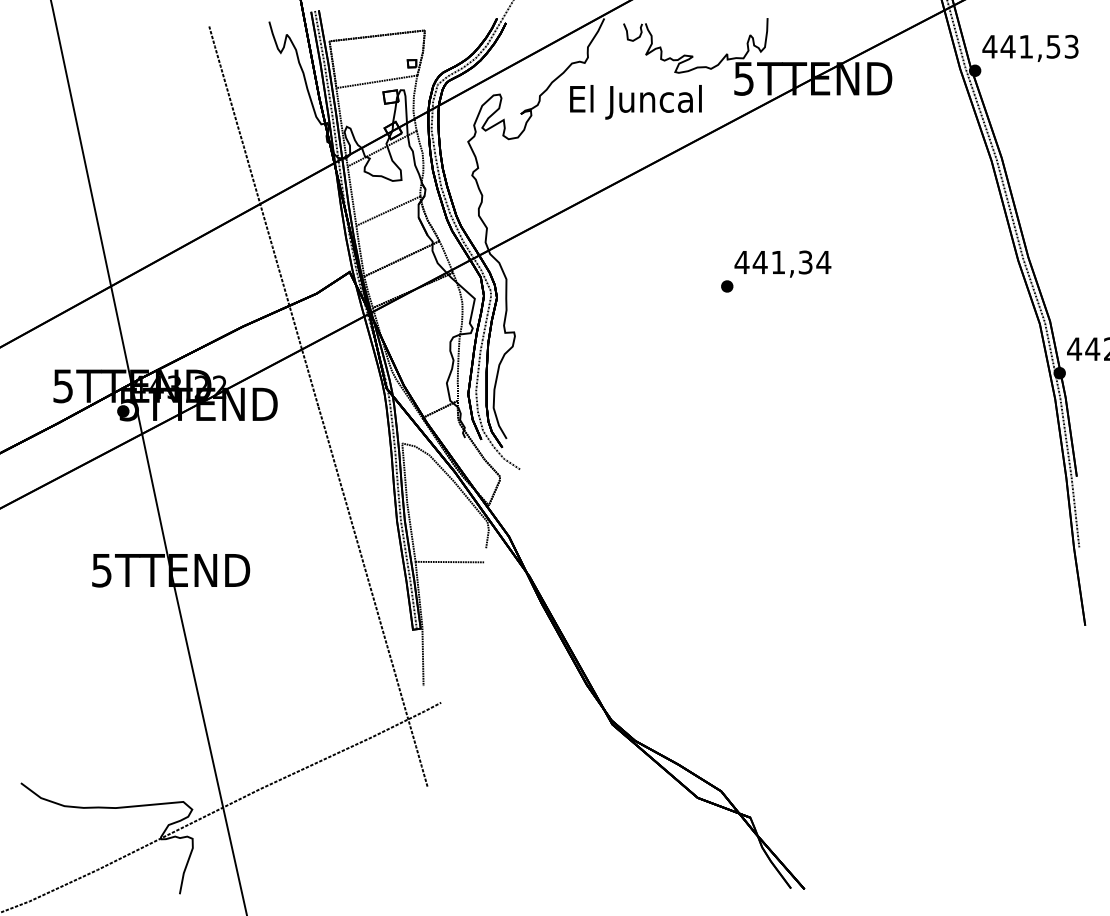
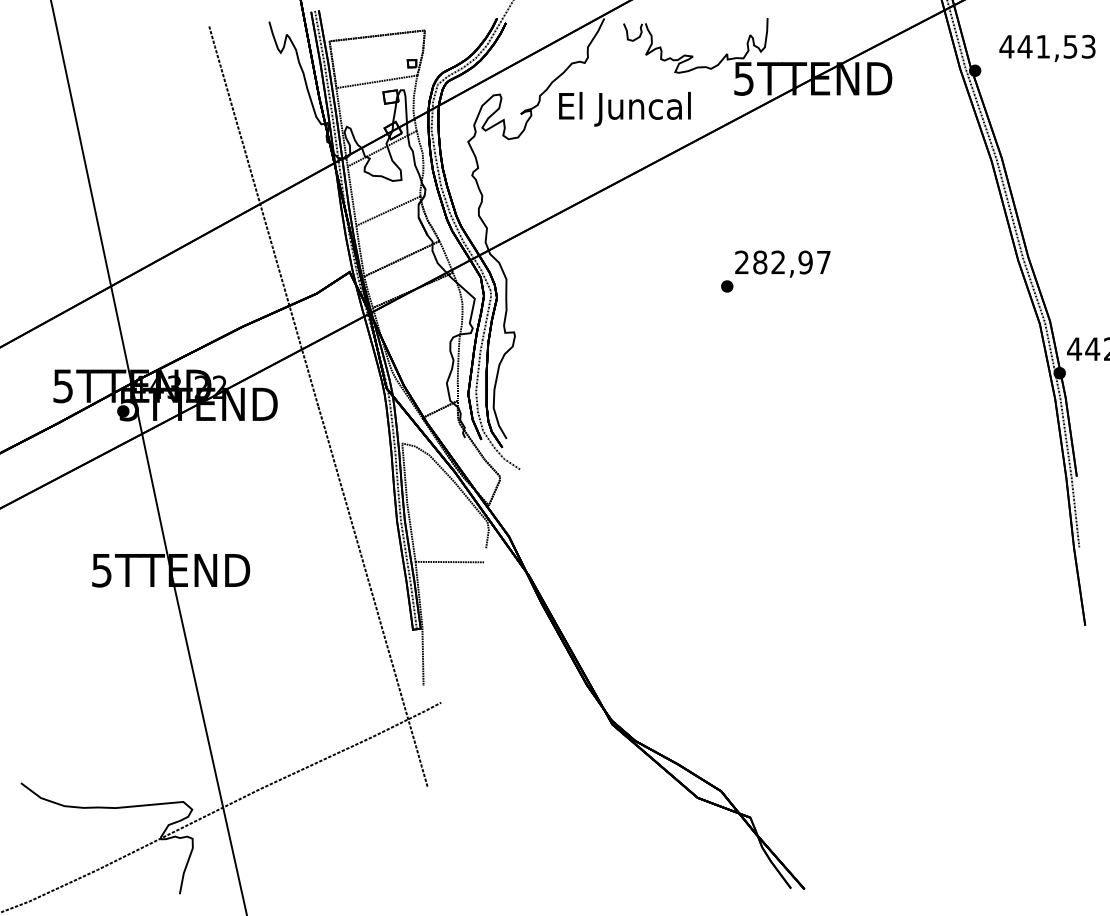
text at (1030, 47) position: (1030, 47) -> (1047, 47)
text at (635, 102) position: (635, 102) -> (624, 109)
text at (782, 262): 441,34 -> 282,97
